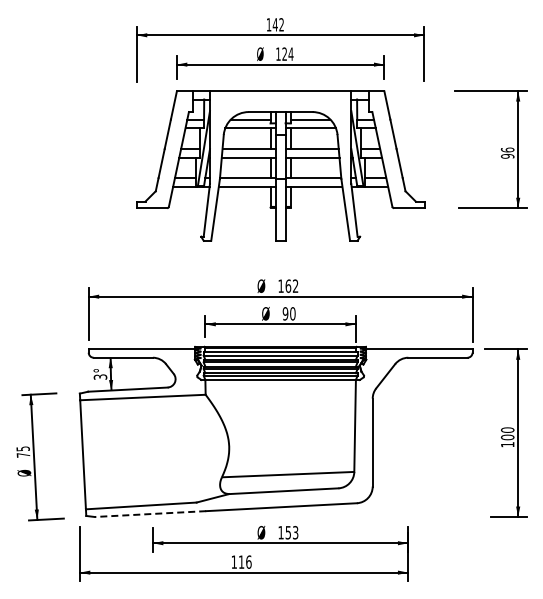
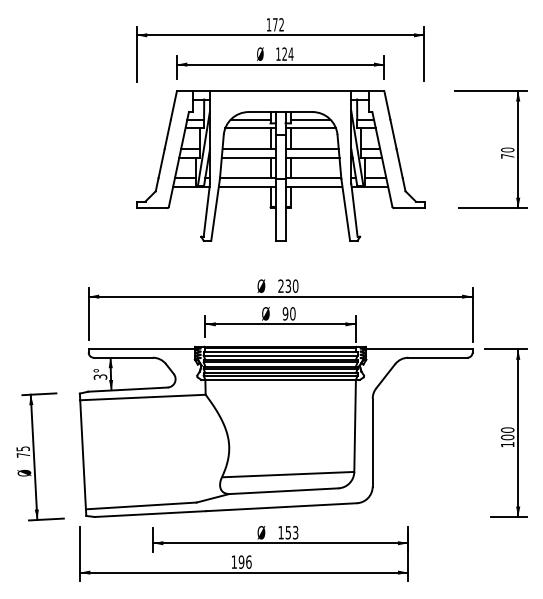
text at (274, 24): 142 -> 172
text at (507, 152): 96 -> 70
text at (288, 285): 162 -> 230
line at (150, 514): dashed -> solid
text at (241, 561): 116 -> 196
